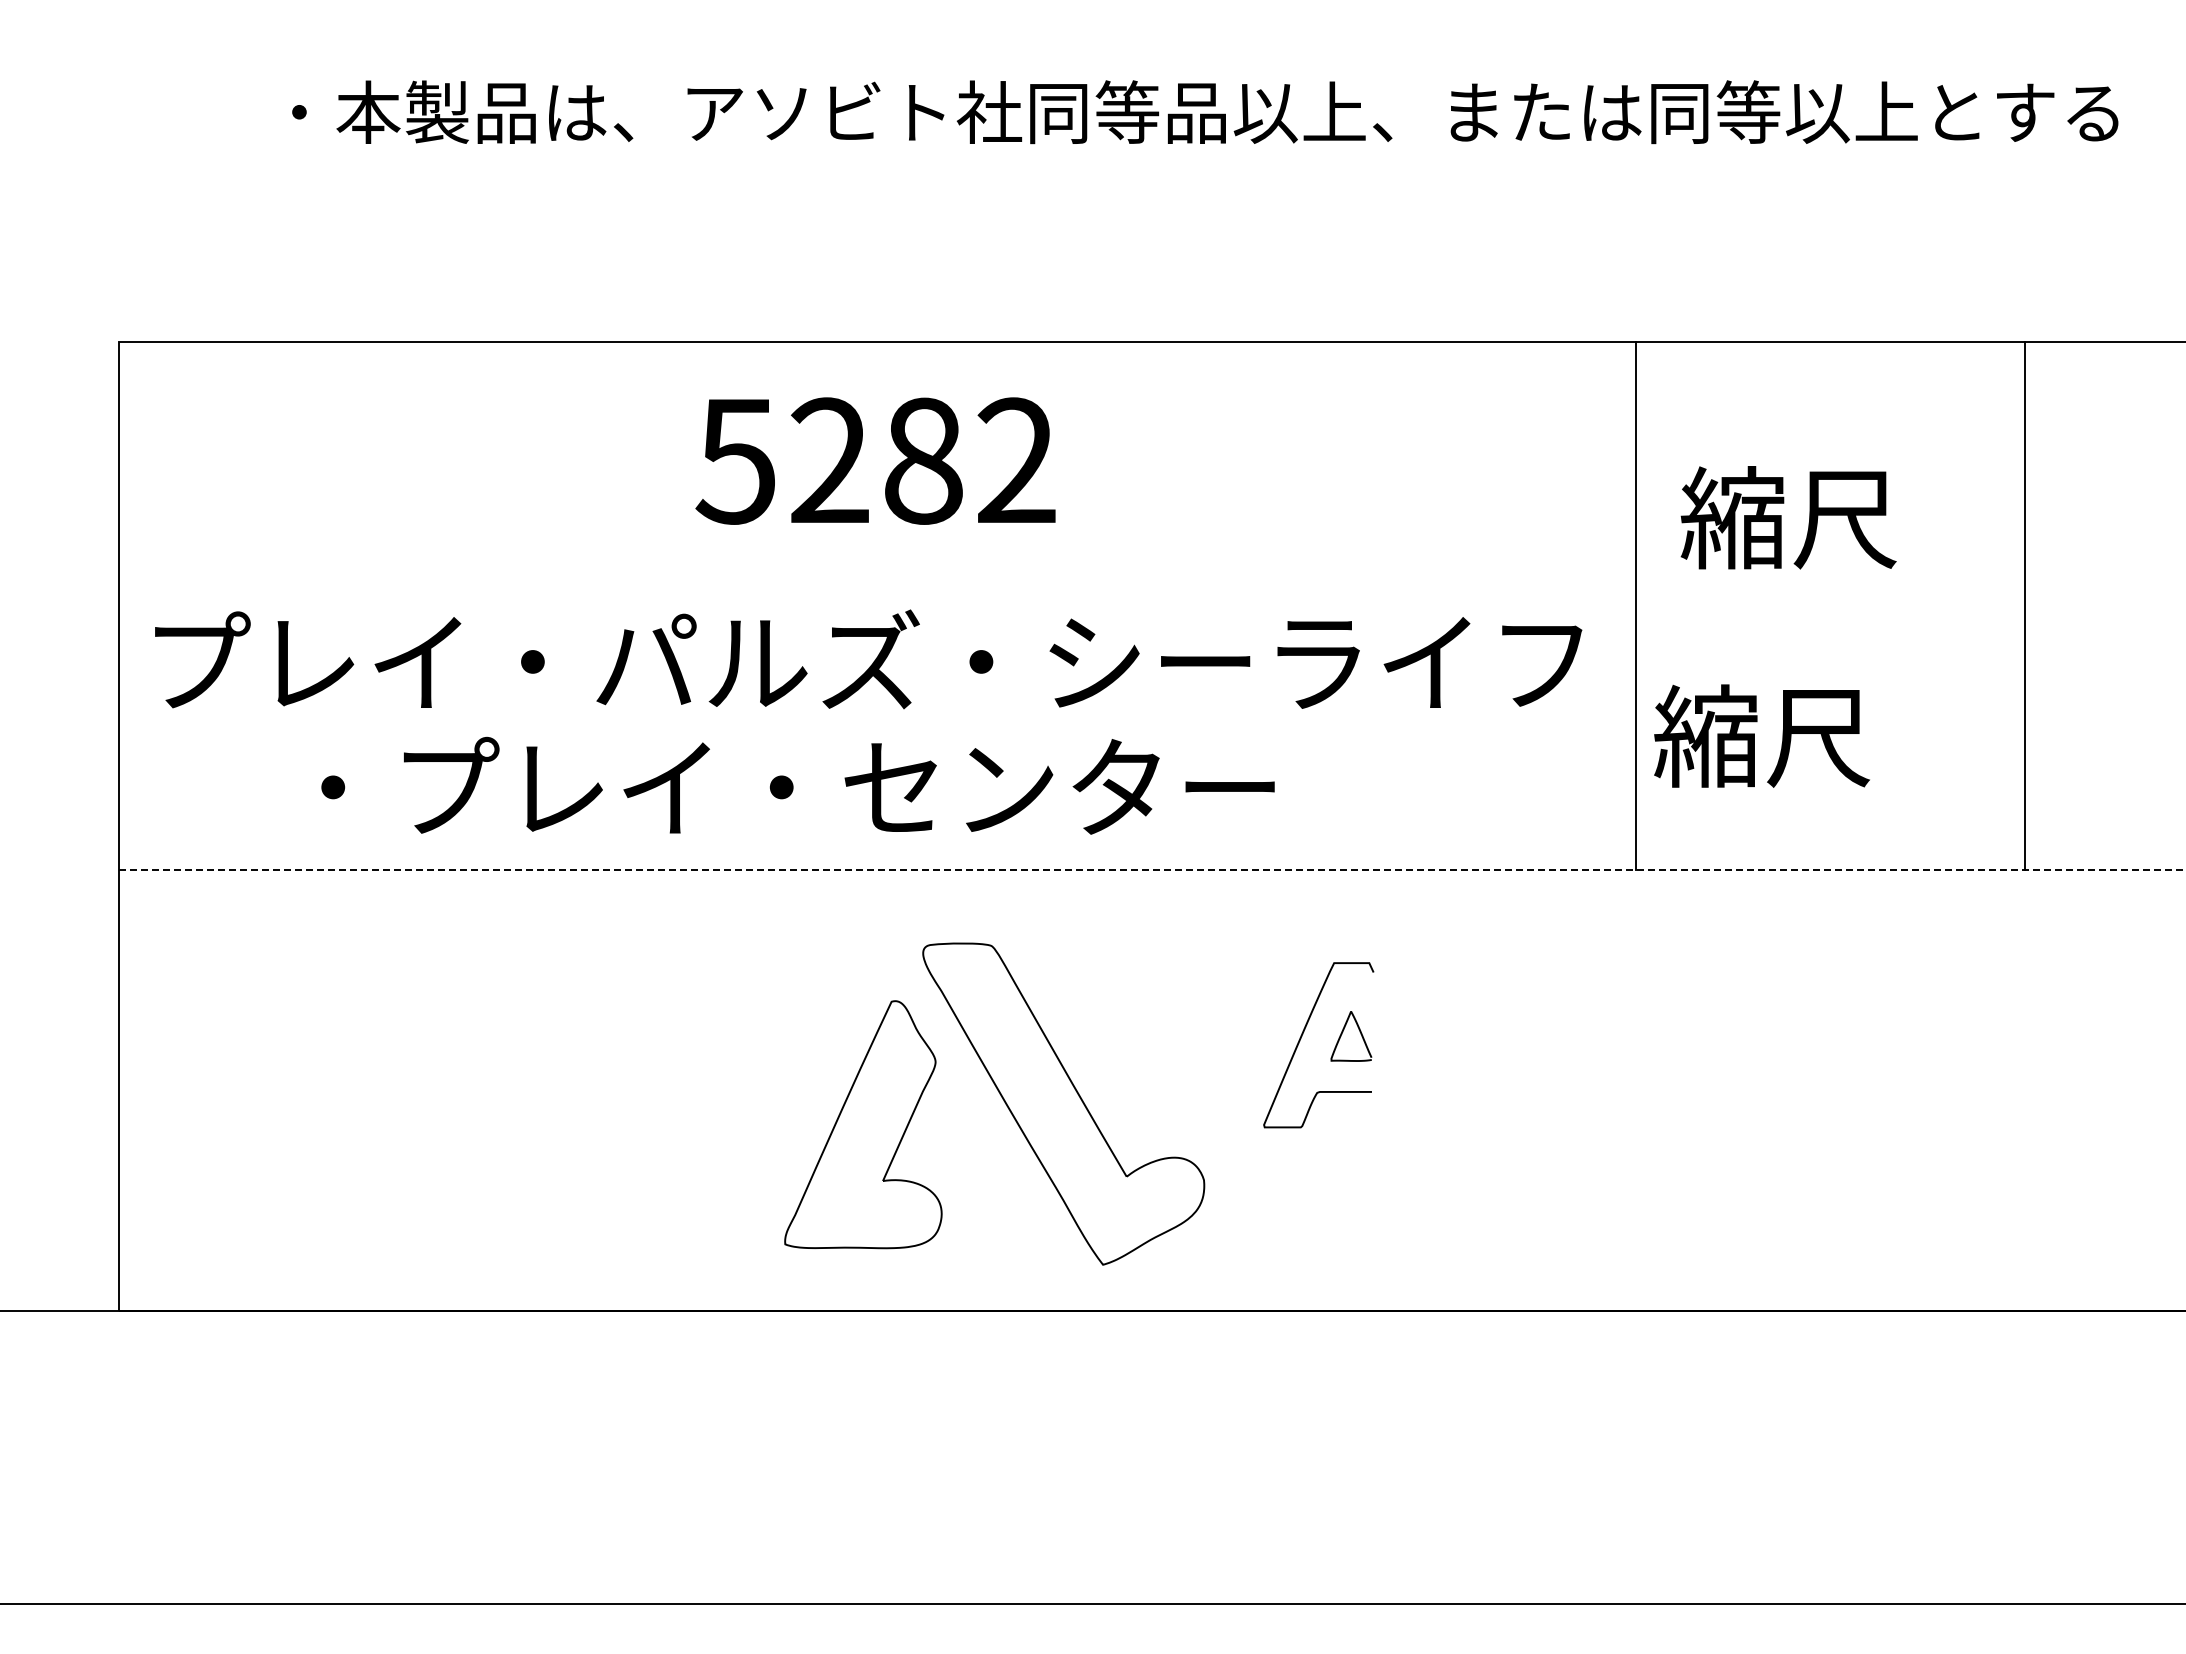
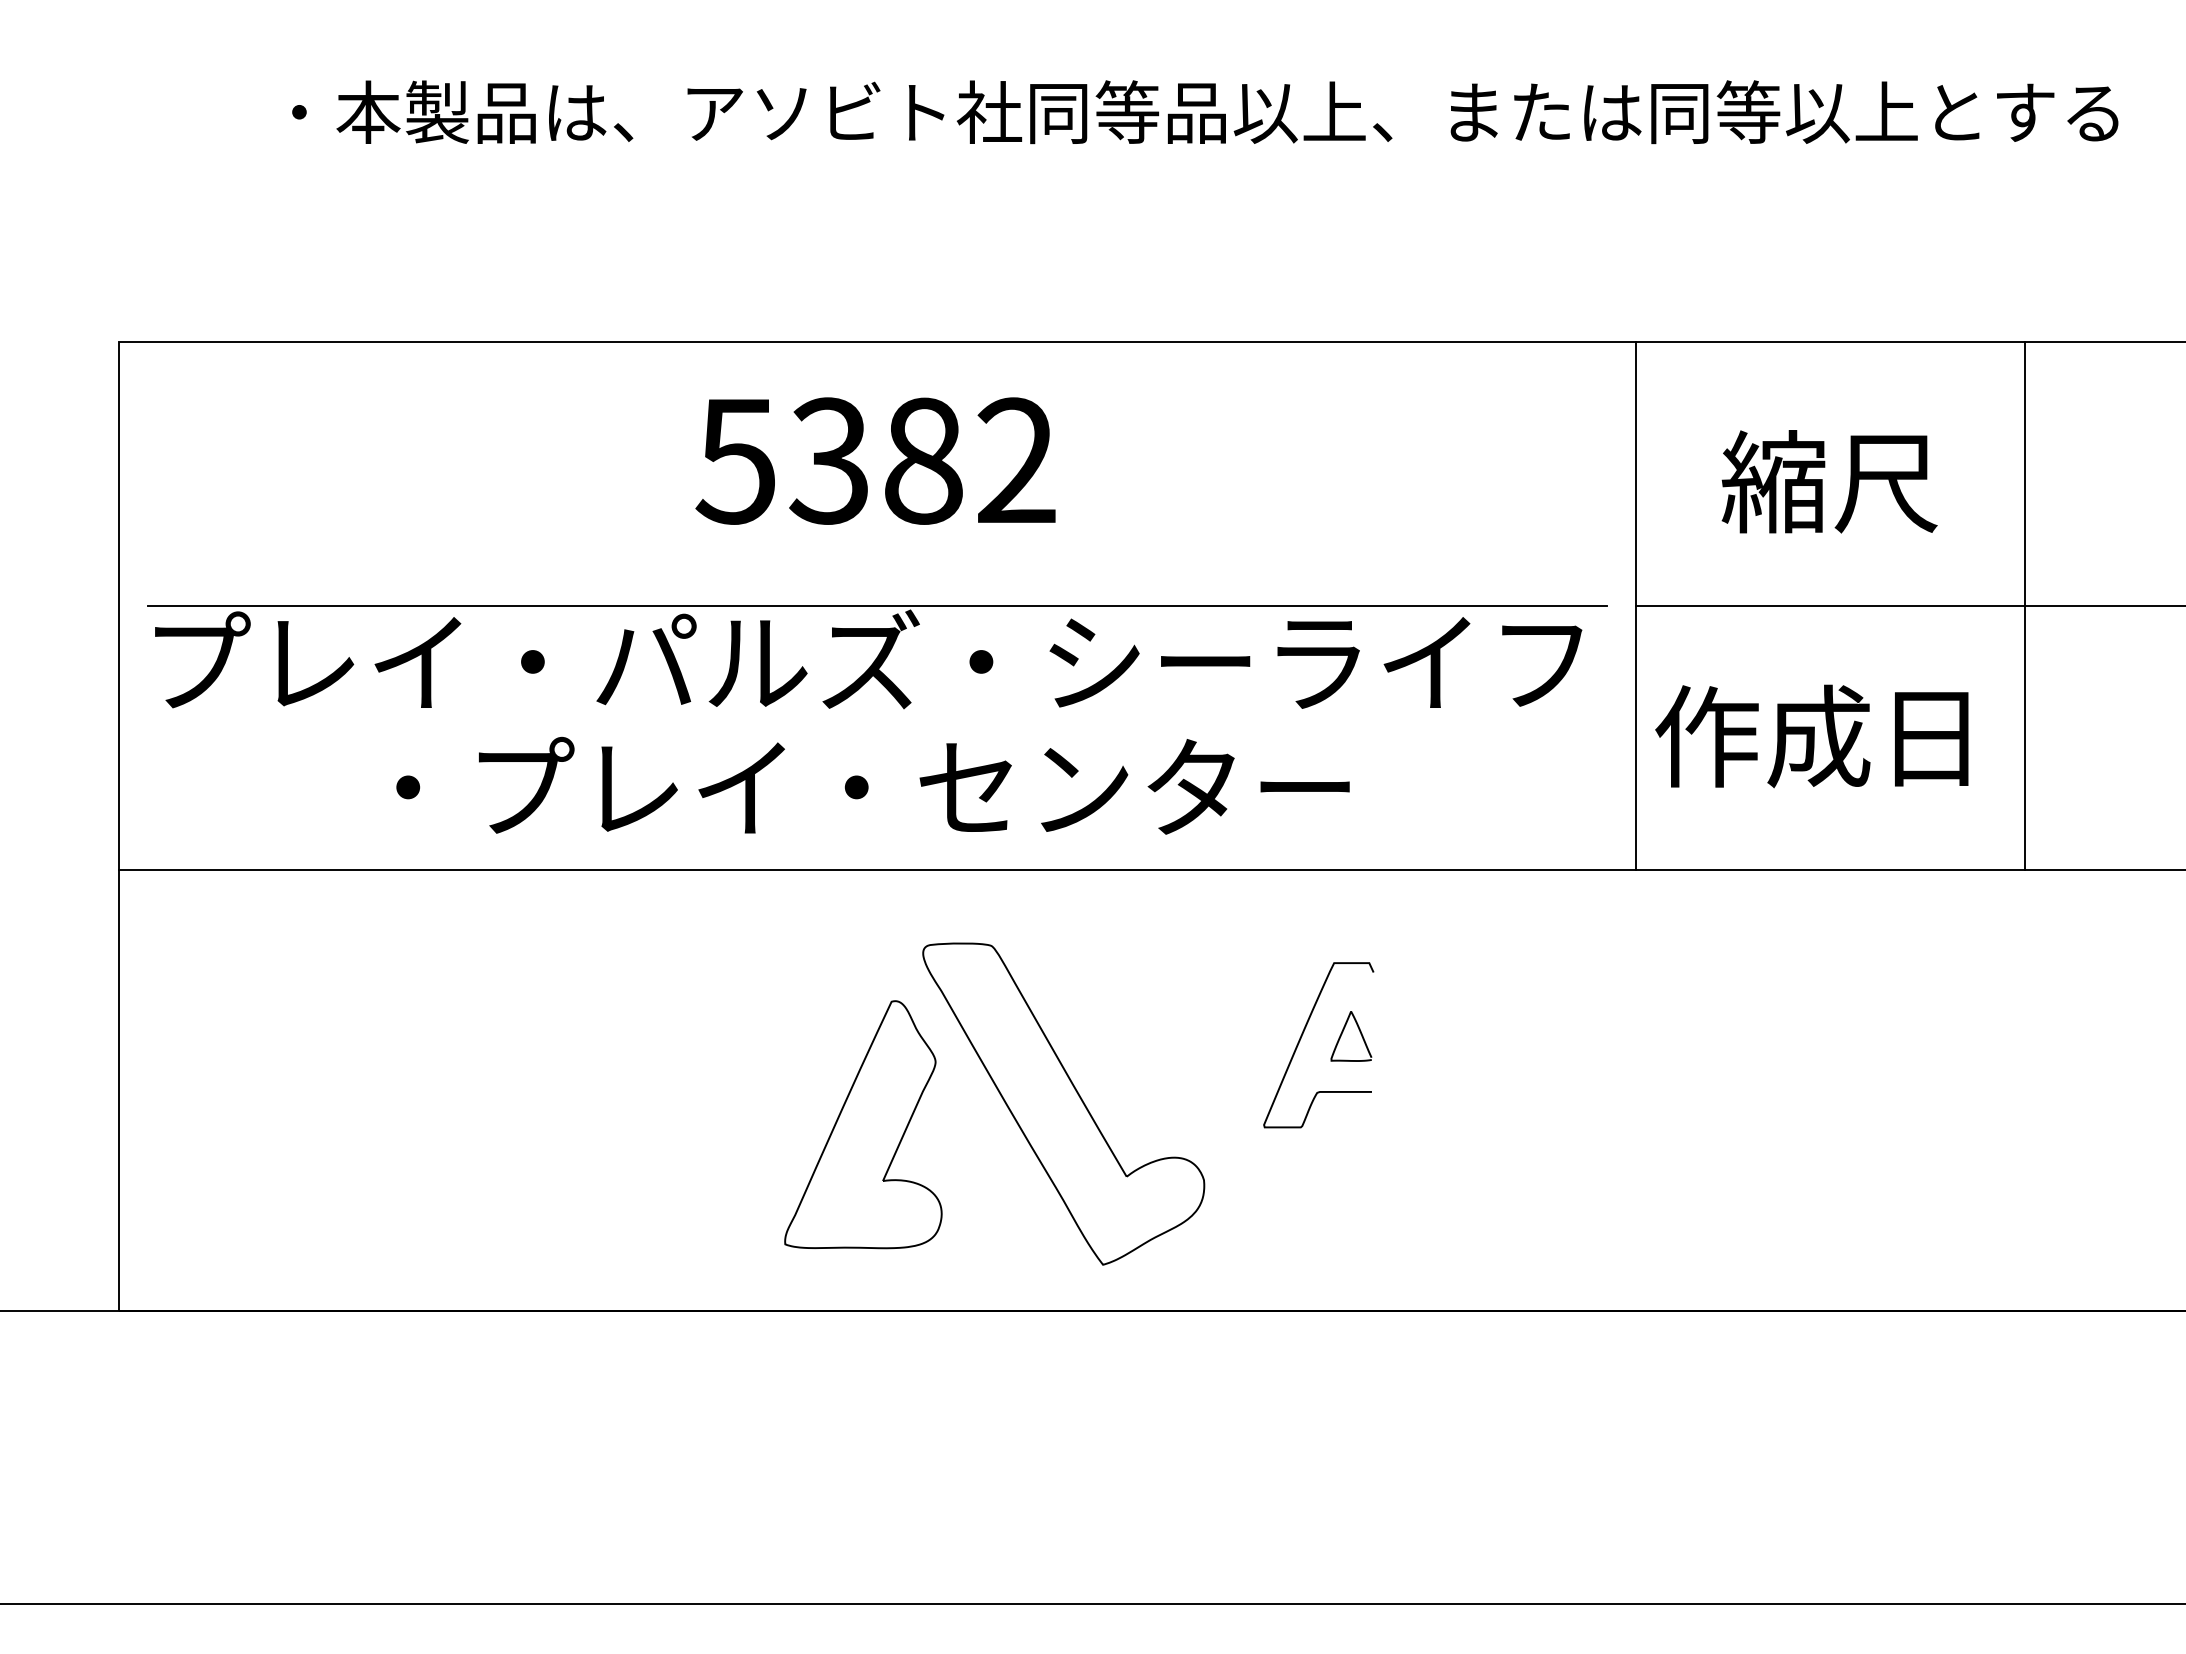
text at (828, 460): 5282 -> 5382
text at (1788, 517) position: (1788, 517) -> (1829, 481)
line at (876, 606): none -> present
line at (1909, 606): none -> present
text at (1811, 736): 縮尺 -> 作成日
text at (797, 785) position: (797, 785) -> (872, 785)
line at (1152, 870): dashed -> solid
